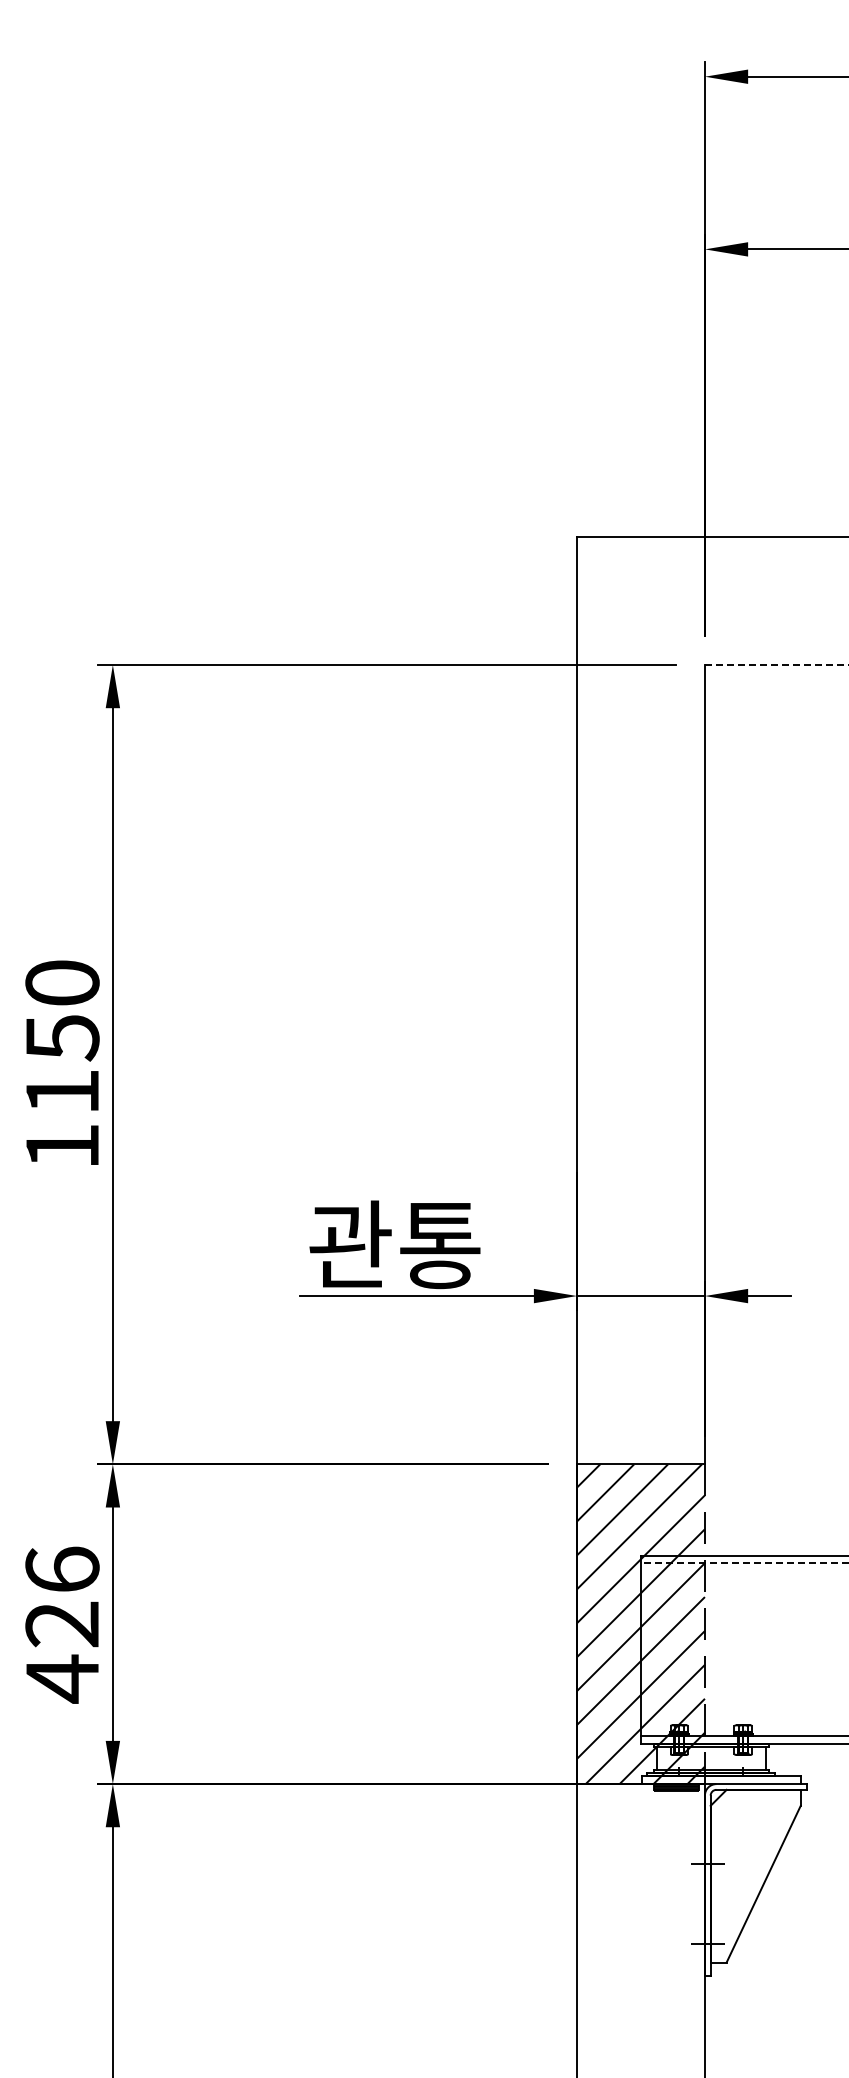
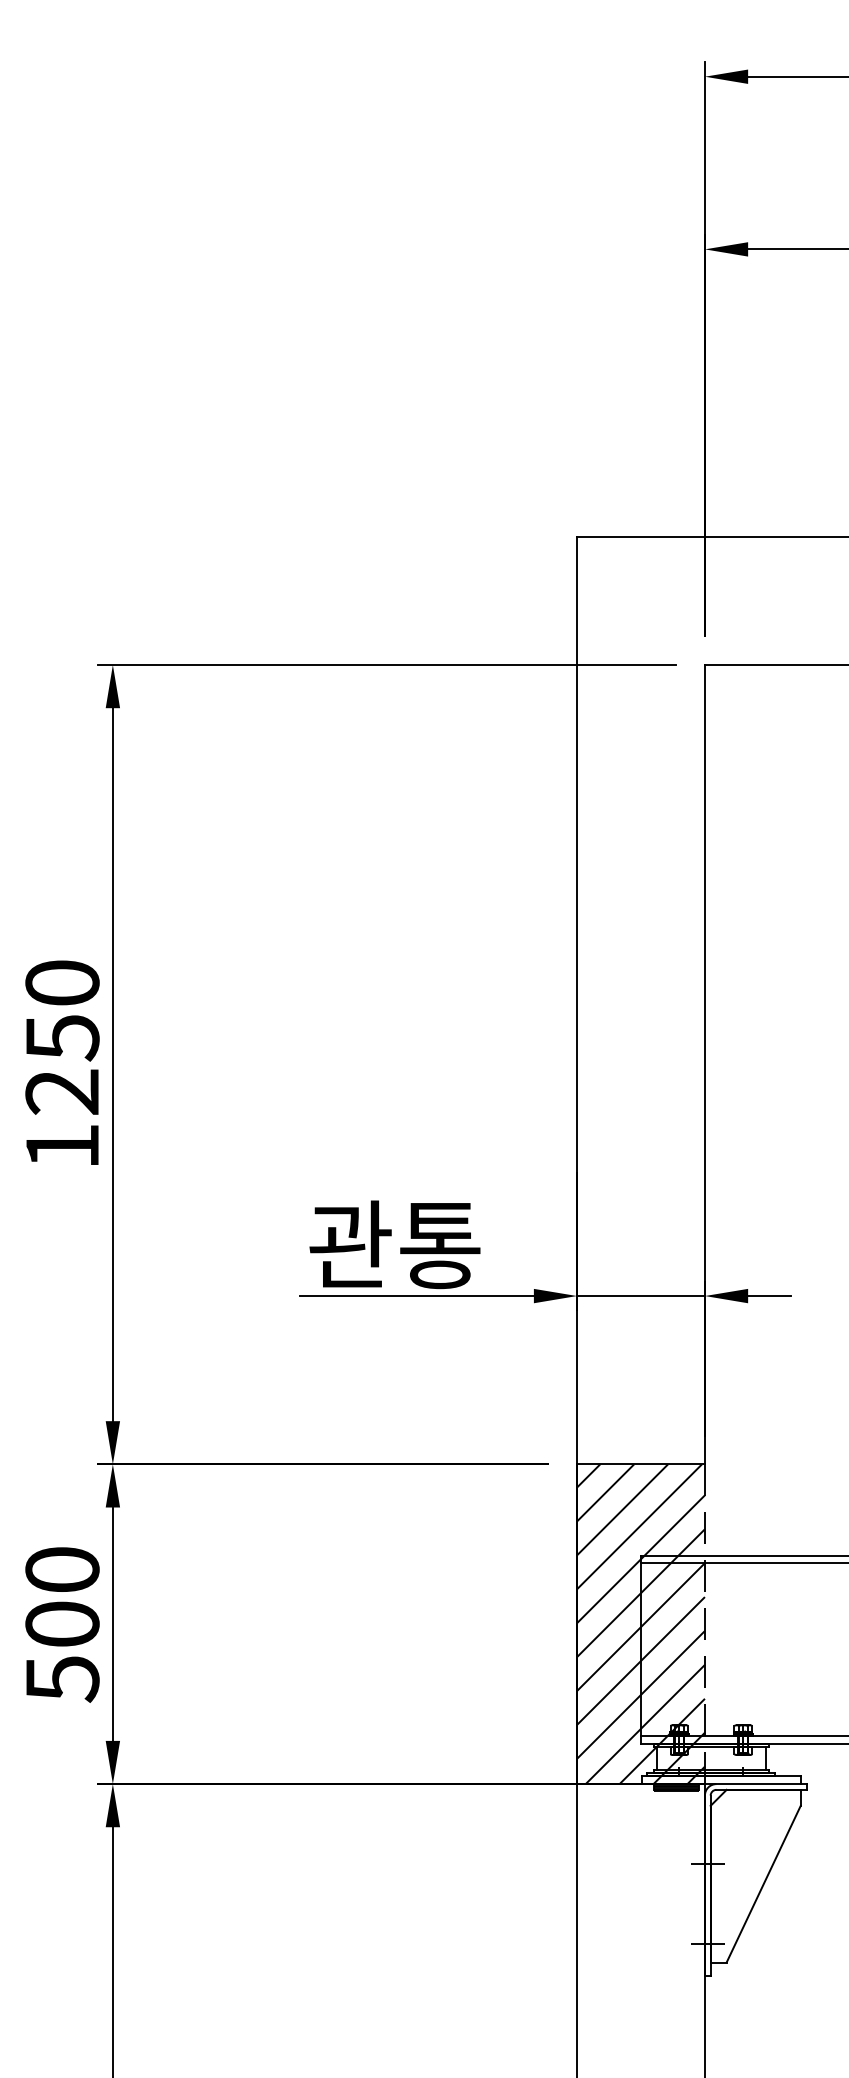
line at (776, 665): dashed -> solid
text at (61, 1091): 1150 -> 1250
line at (744, 1563): dashed -> solid
text at (62, 1624): 426 -> 500
